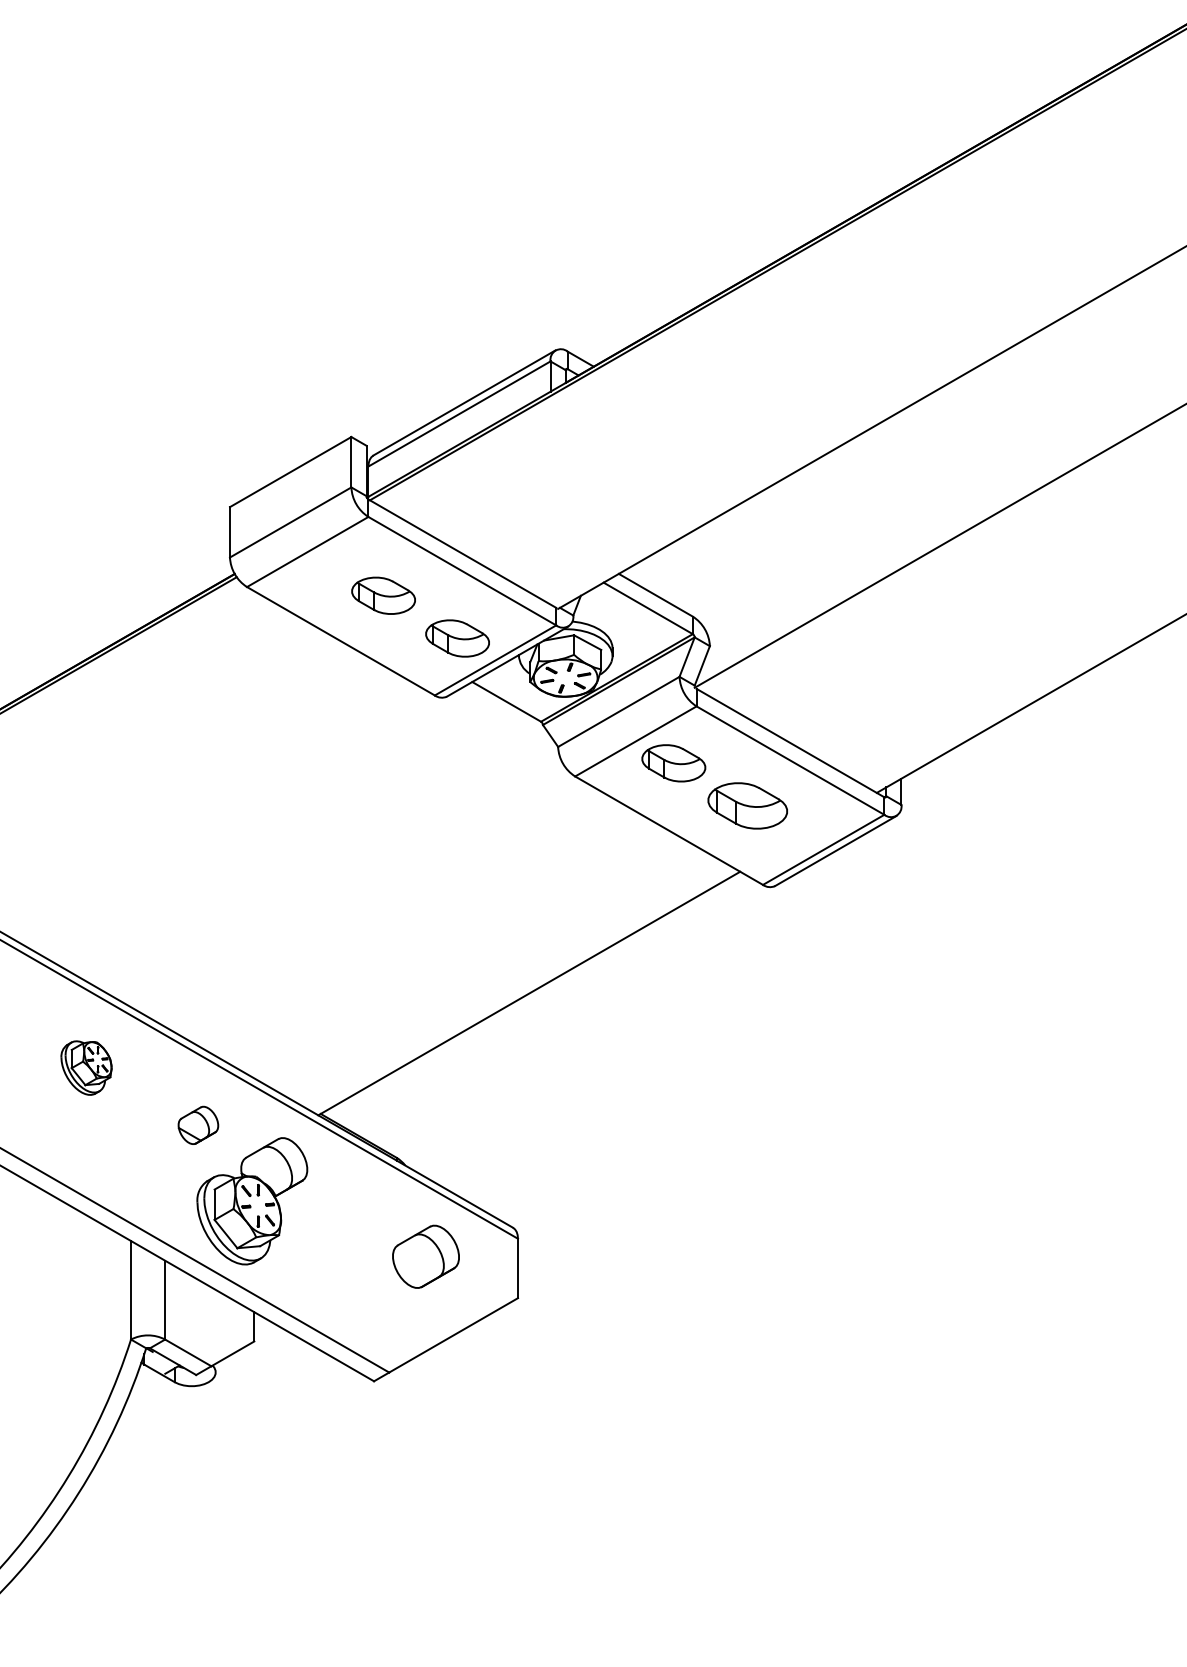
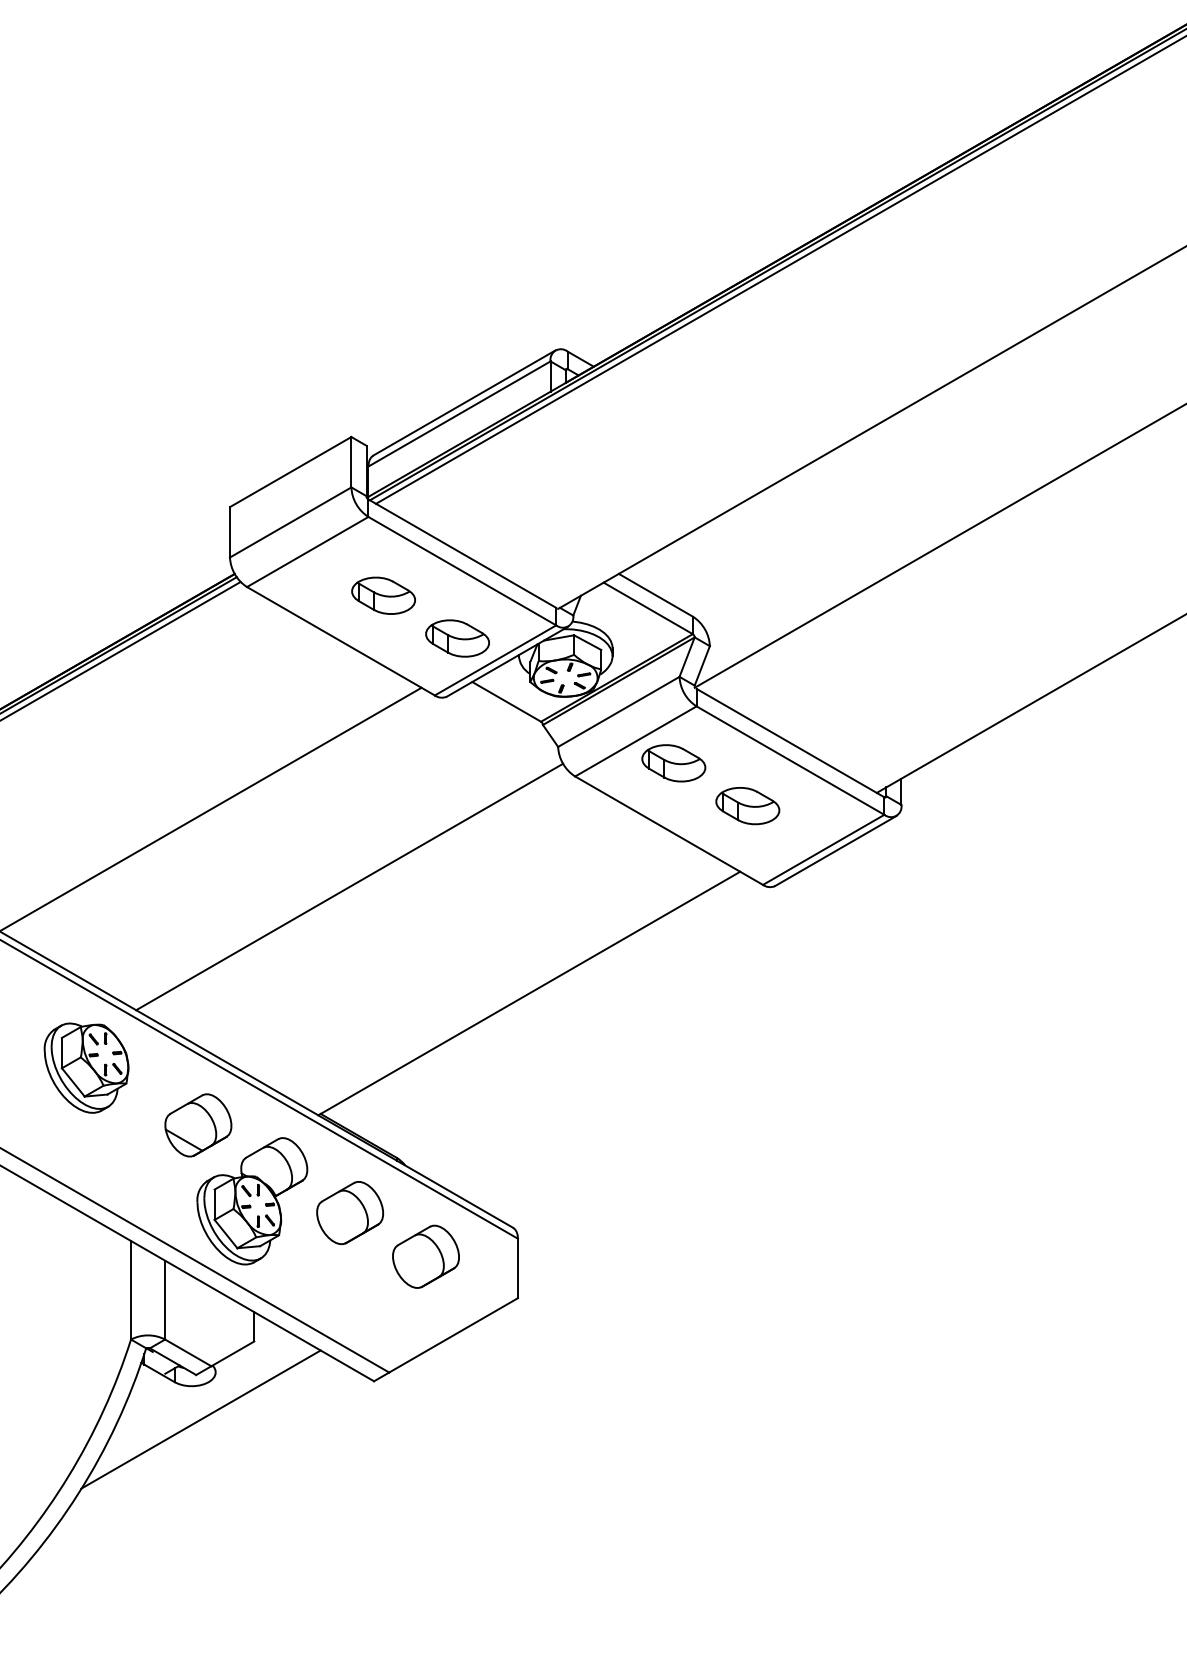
line at (779, 270): none -> present
line at (121, 650): none -> present
part at (747, 805) size: 81x48 px -> 66x39 px
line at (211, 808): none -> present
line at (349, 886): none -> present
part at (86, 1067) size: 53x56 px -> 87x92 px
part at (198, 1124) size: 43x40 px -> 69x65 px
part at (349, 1212): none -> present
line at (200, 1419): none -> present
